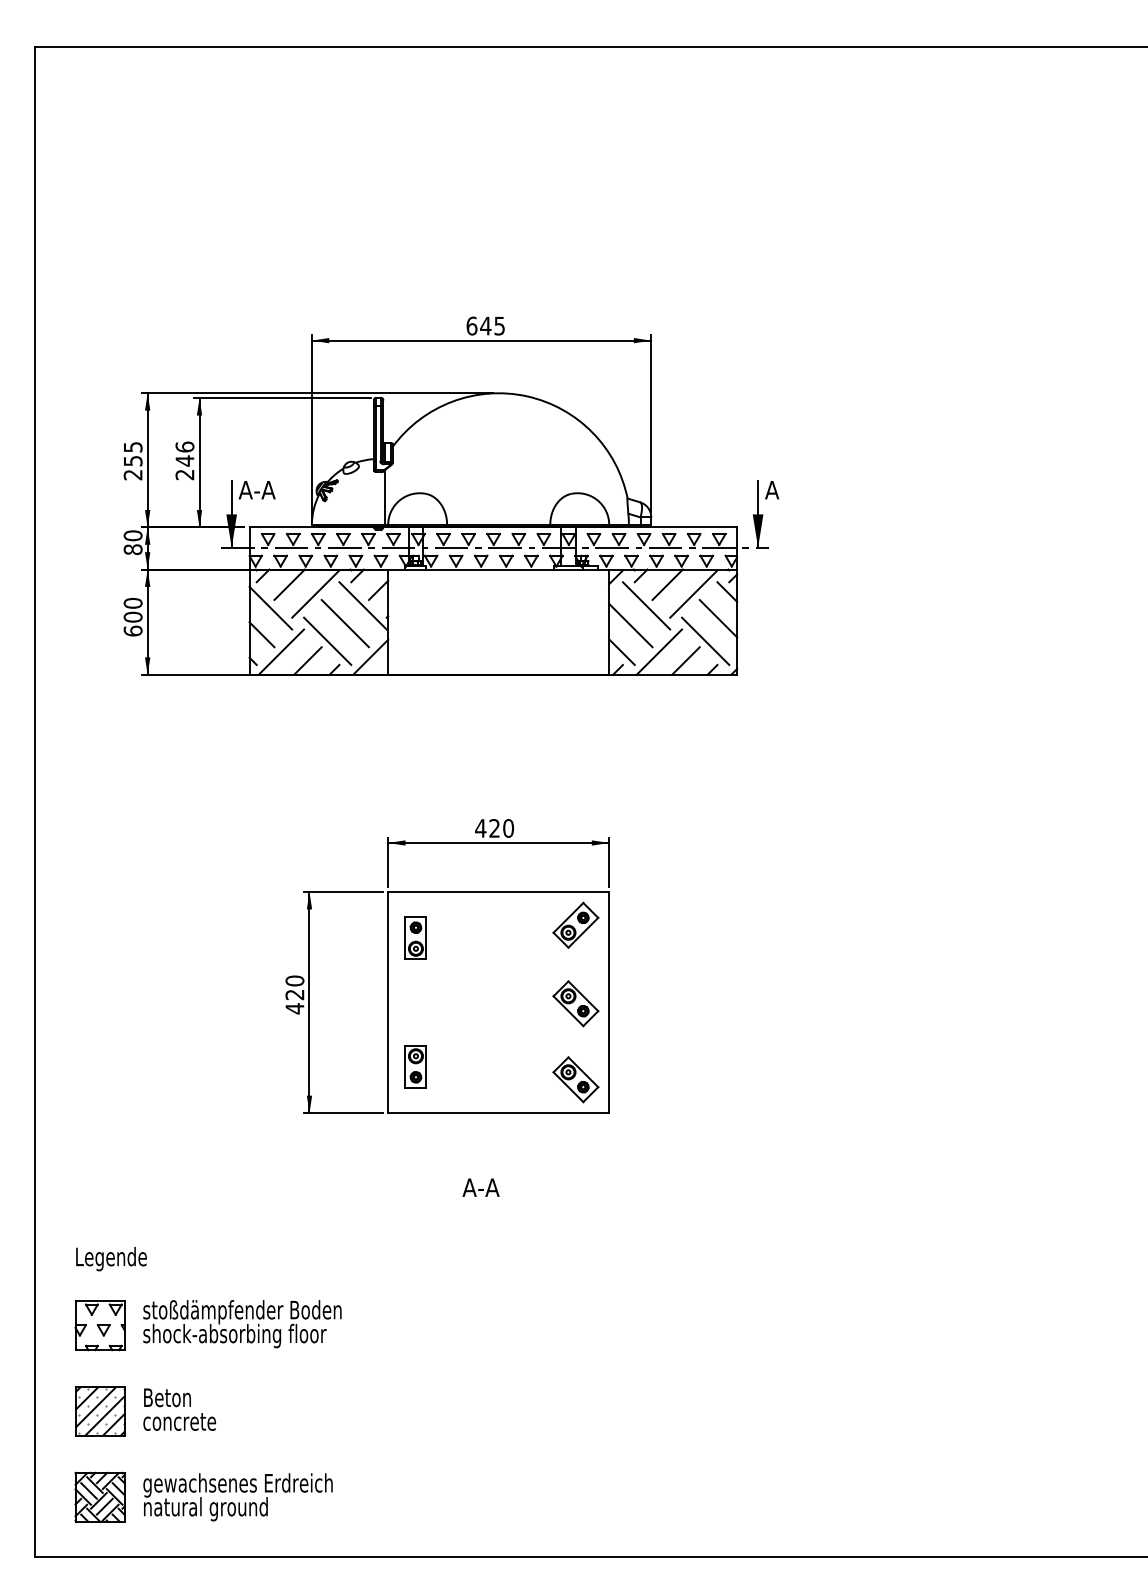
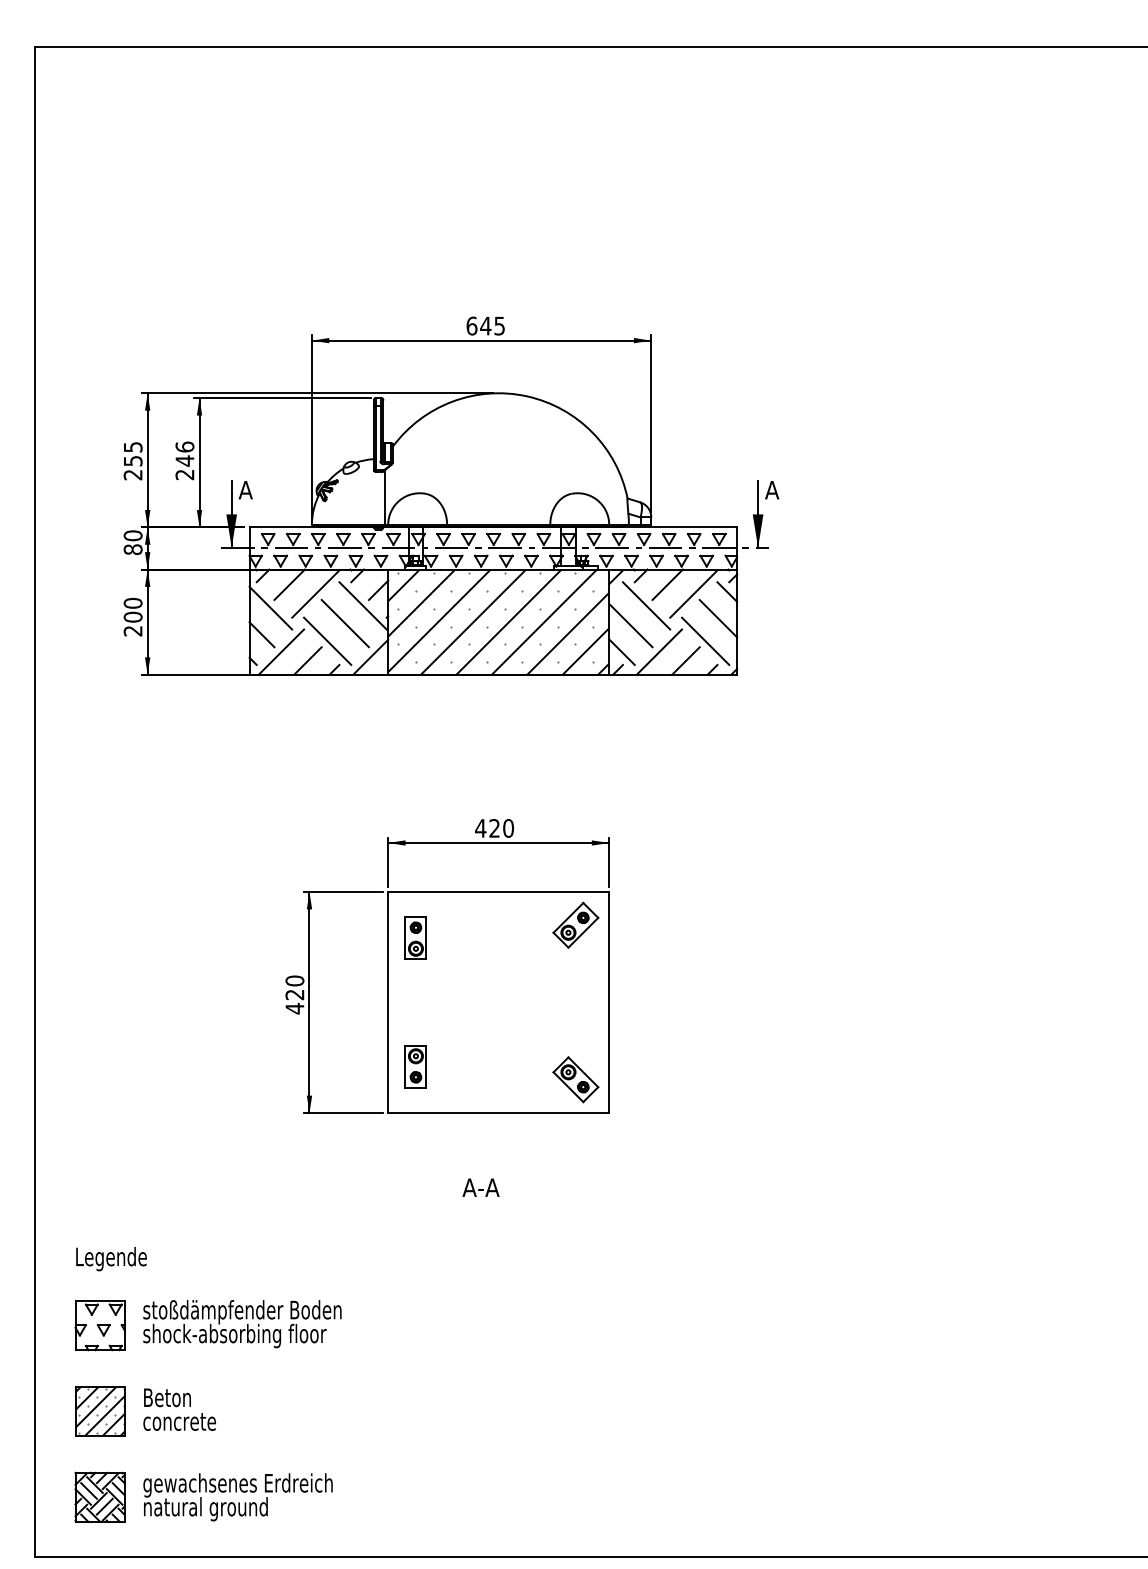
text at (264, 490): A-A -> A
hatch at (498, 621): none -> present
text at (132, 630): 600 -> 200
part at (575, 1003): present -> none
